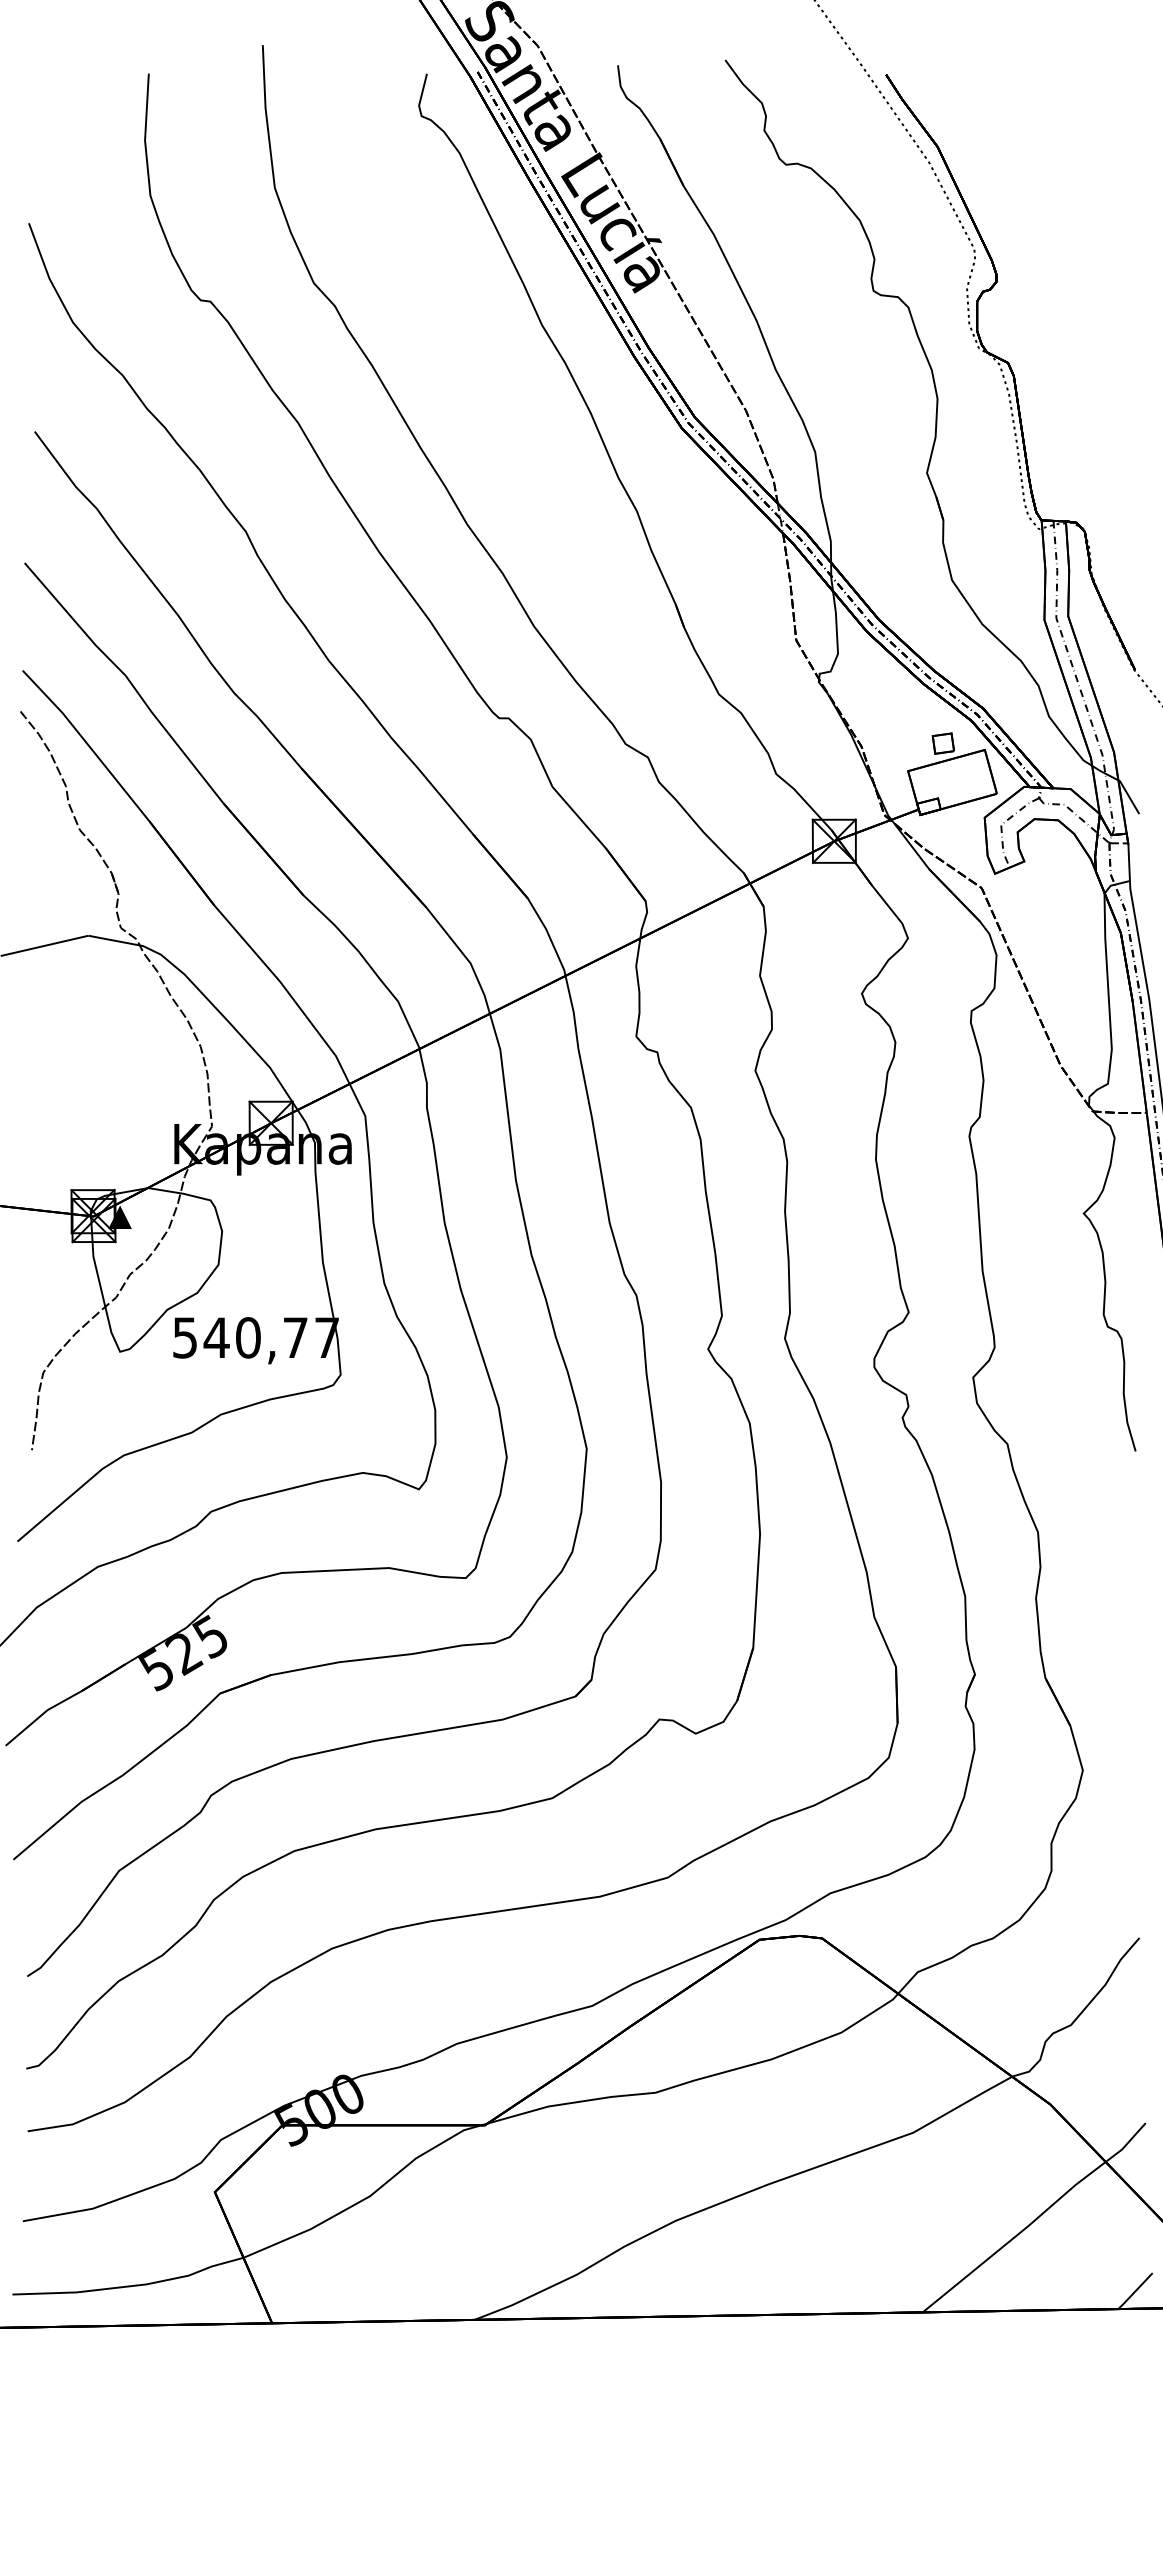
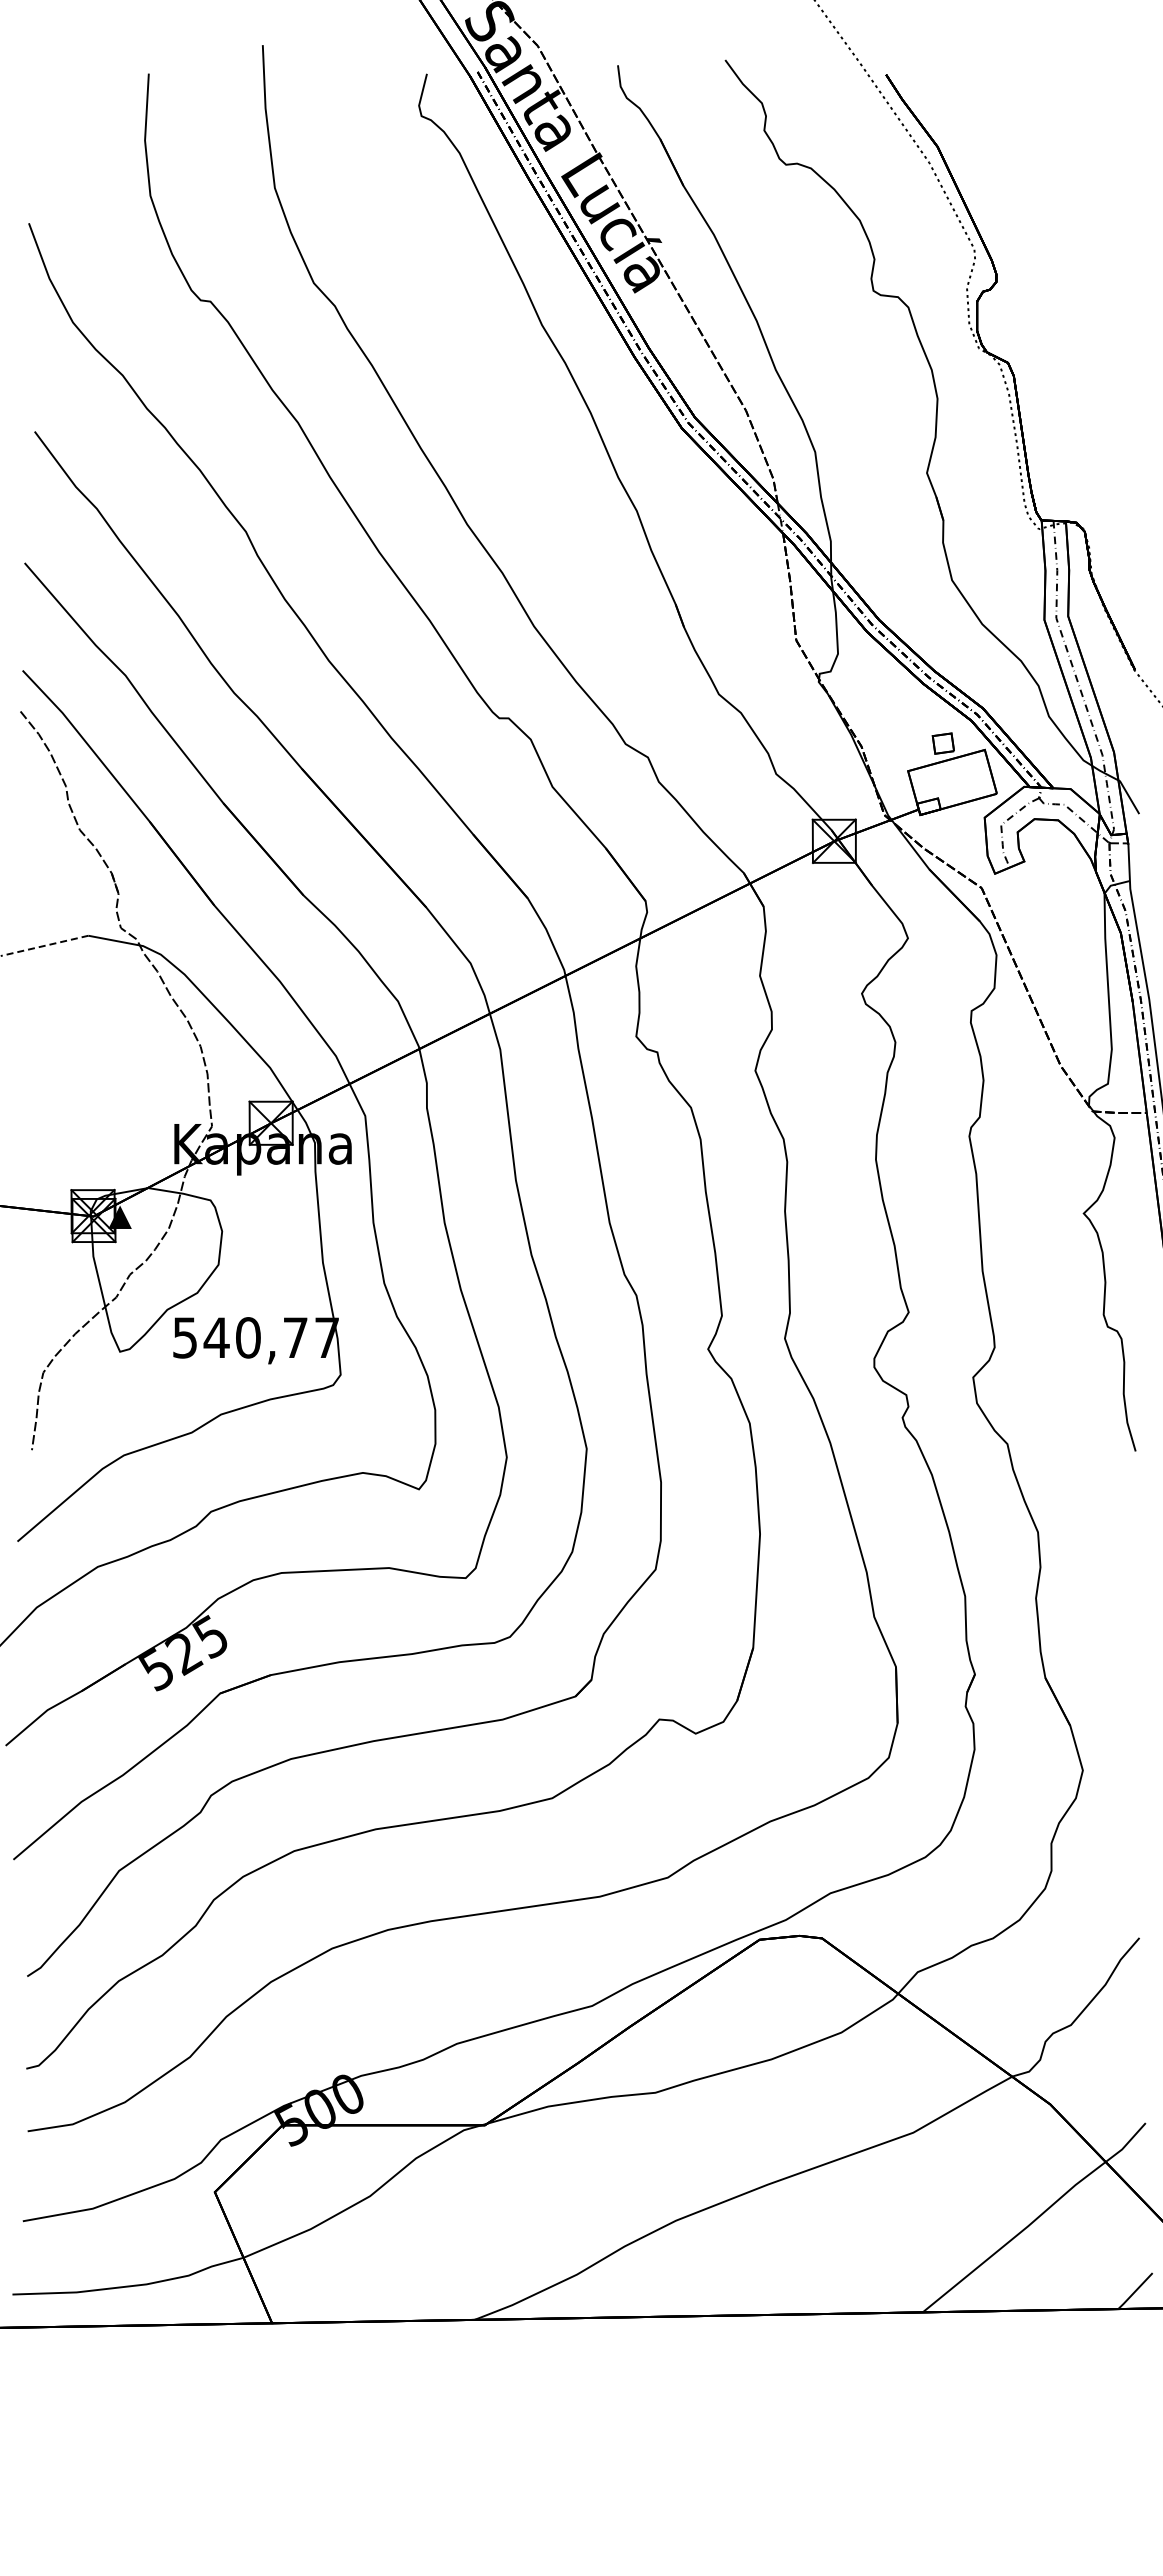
line at (44, 946): solid -> dashed
